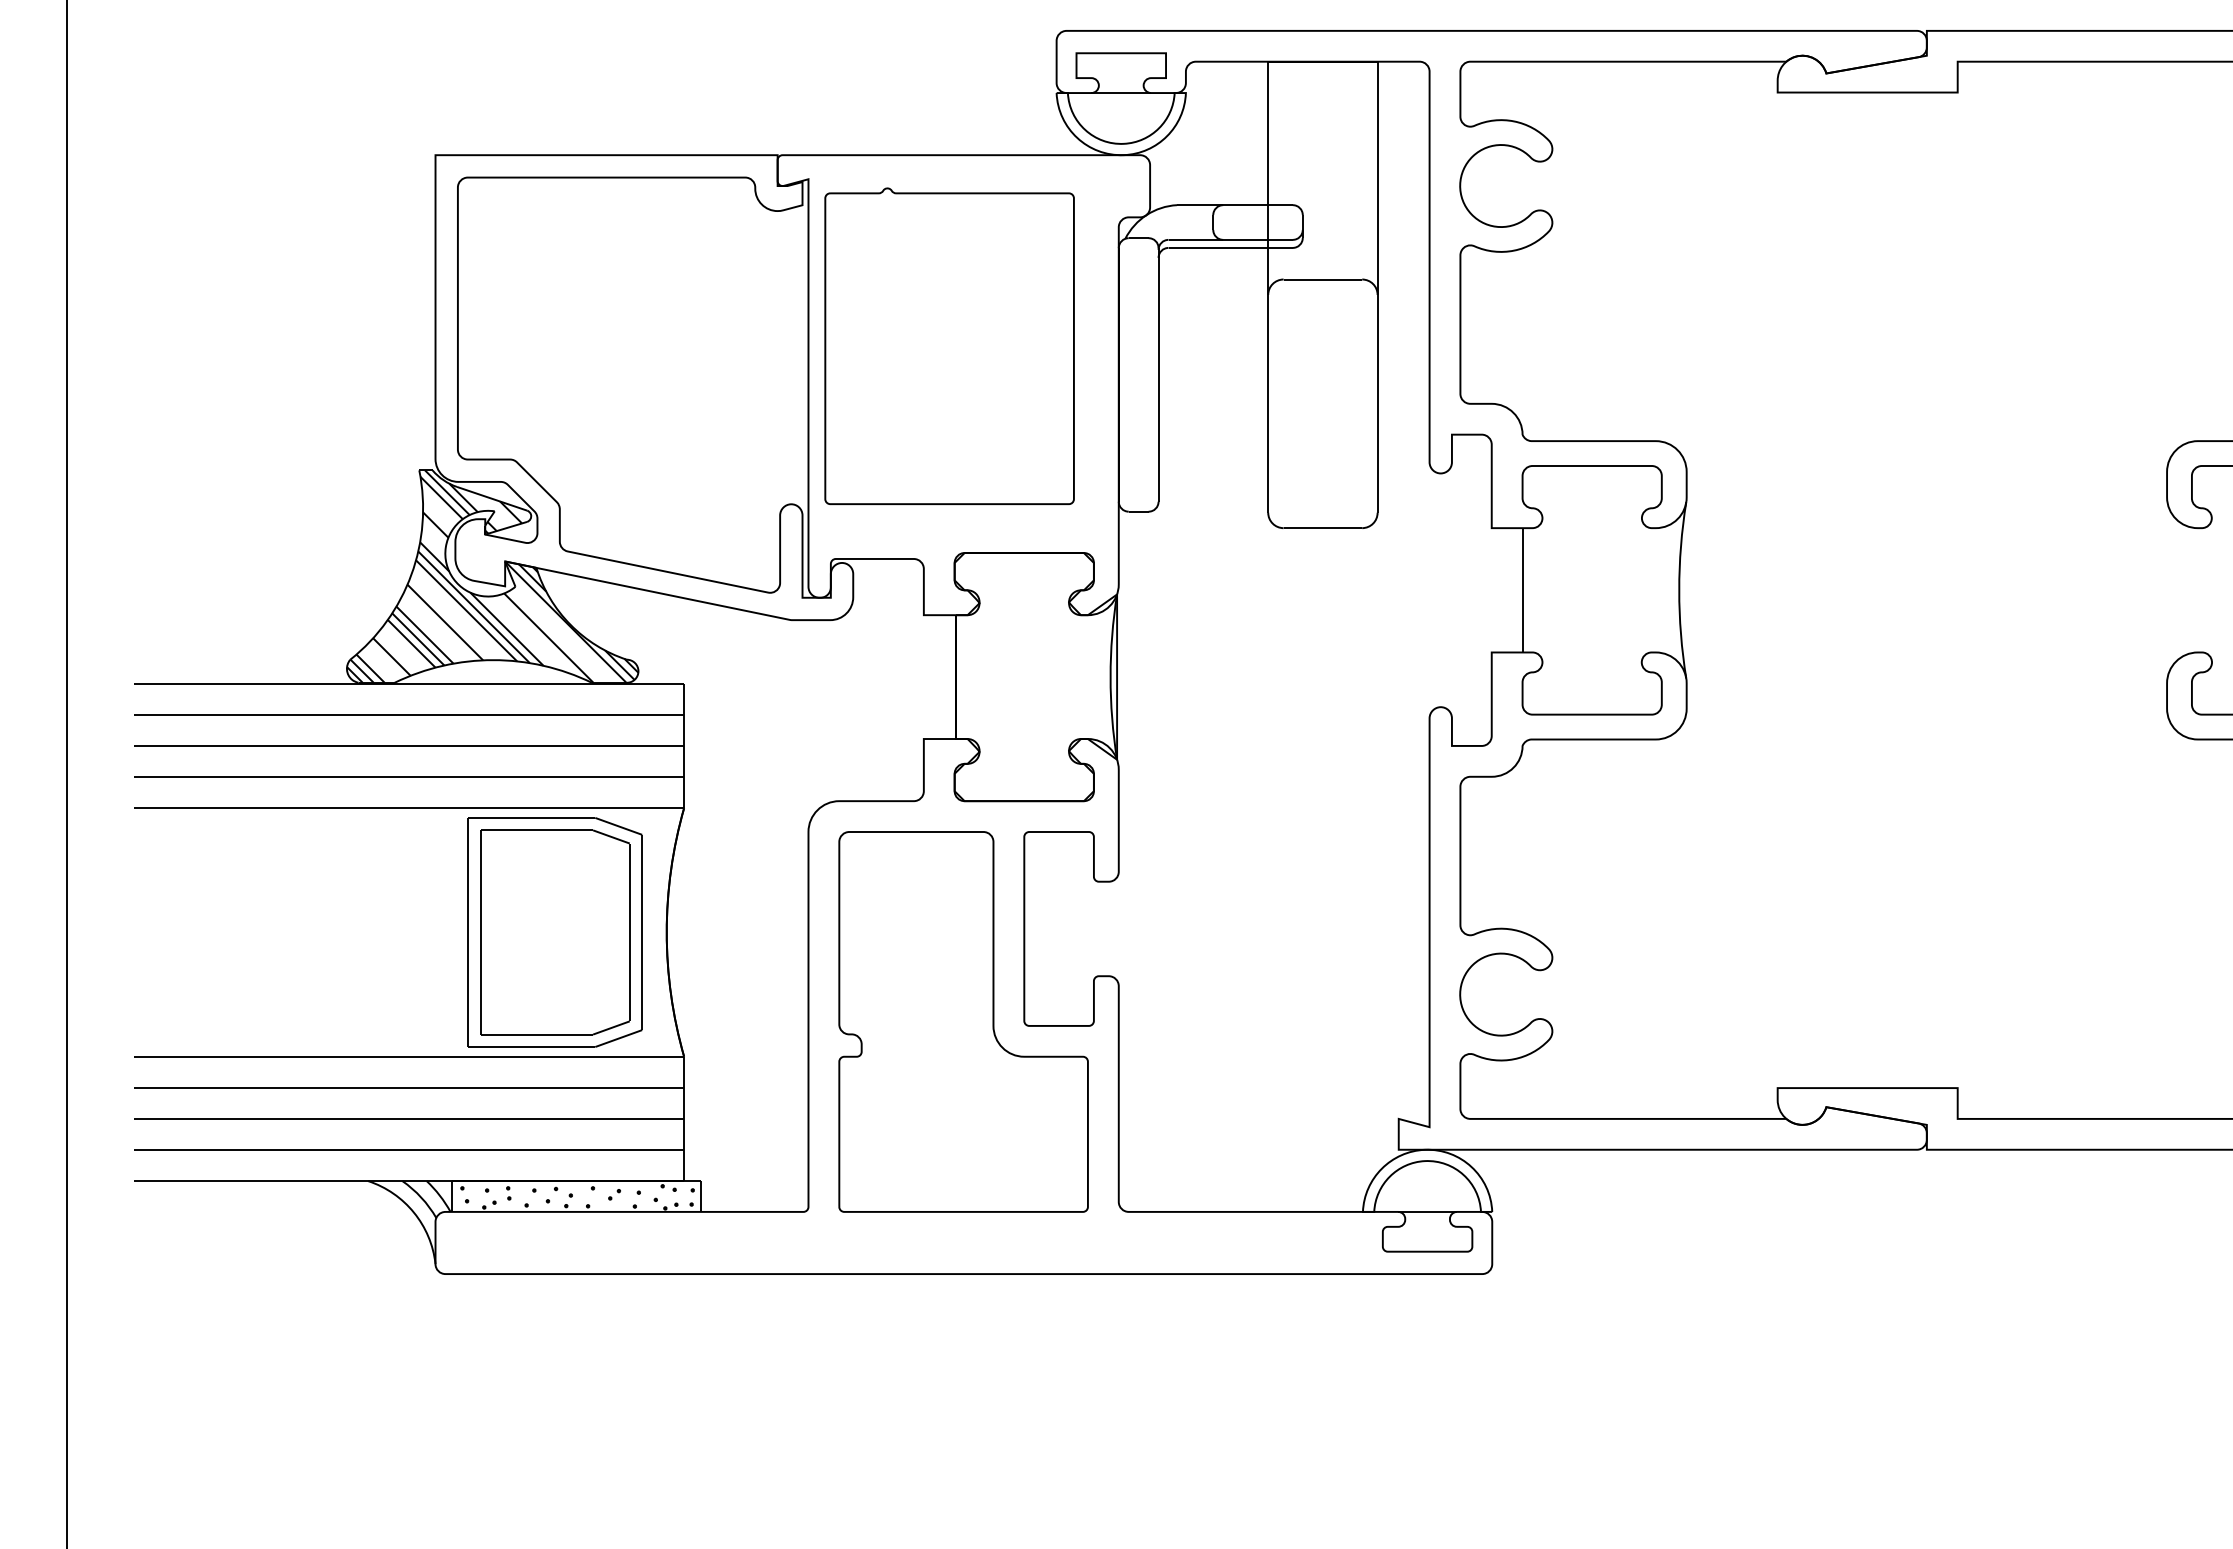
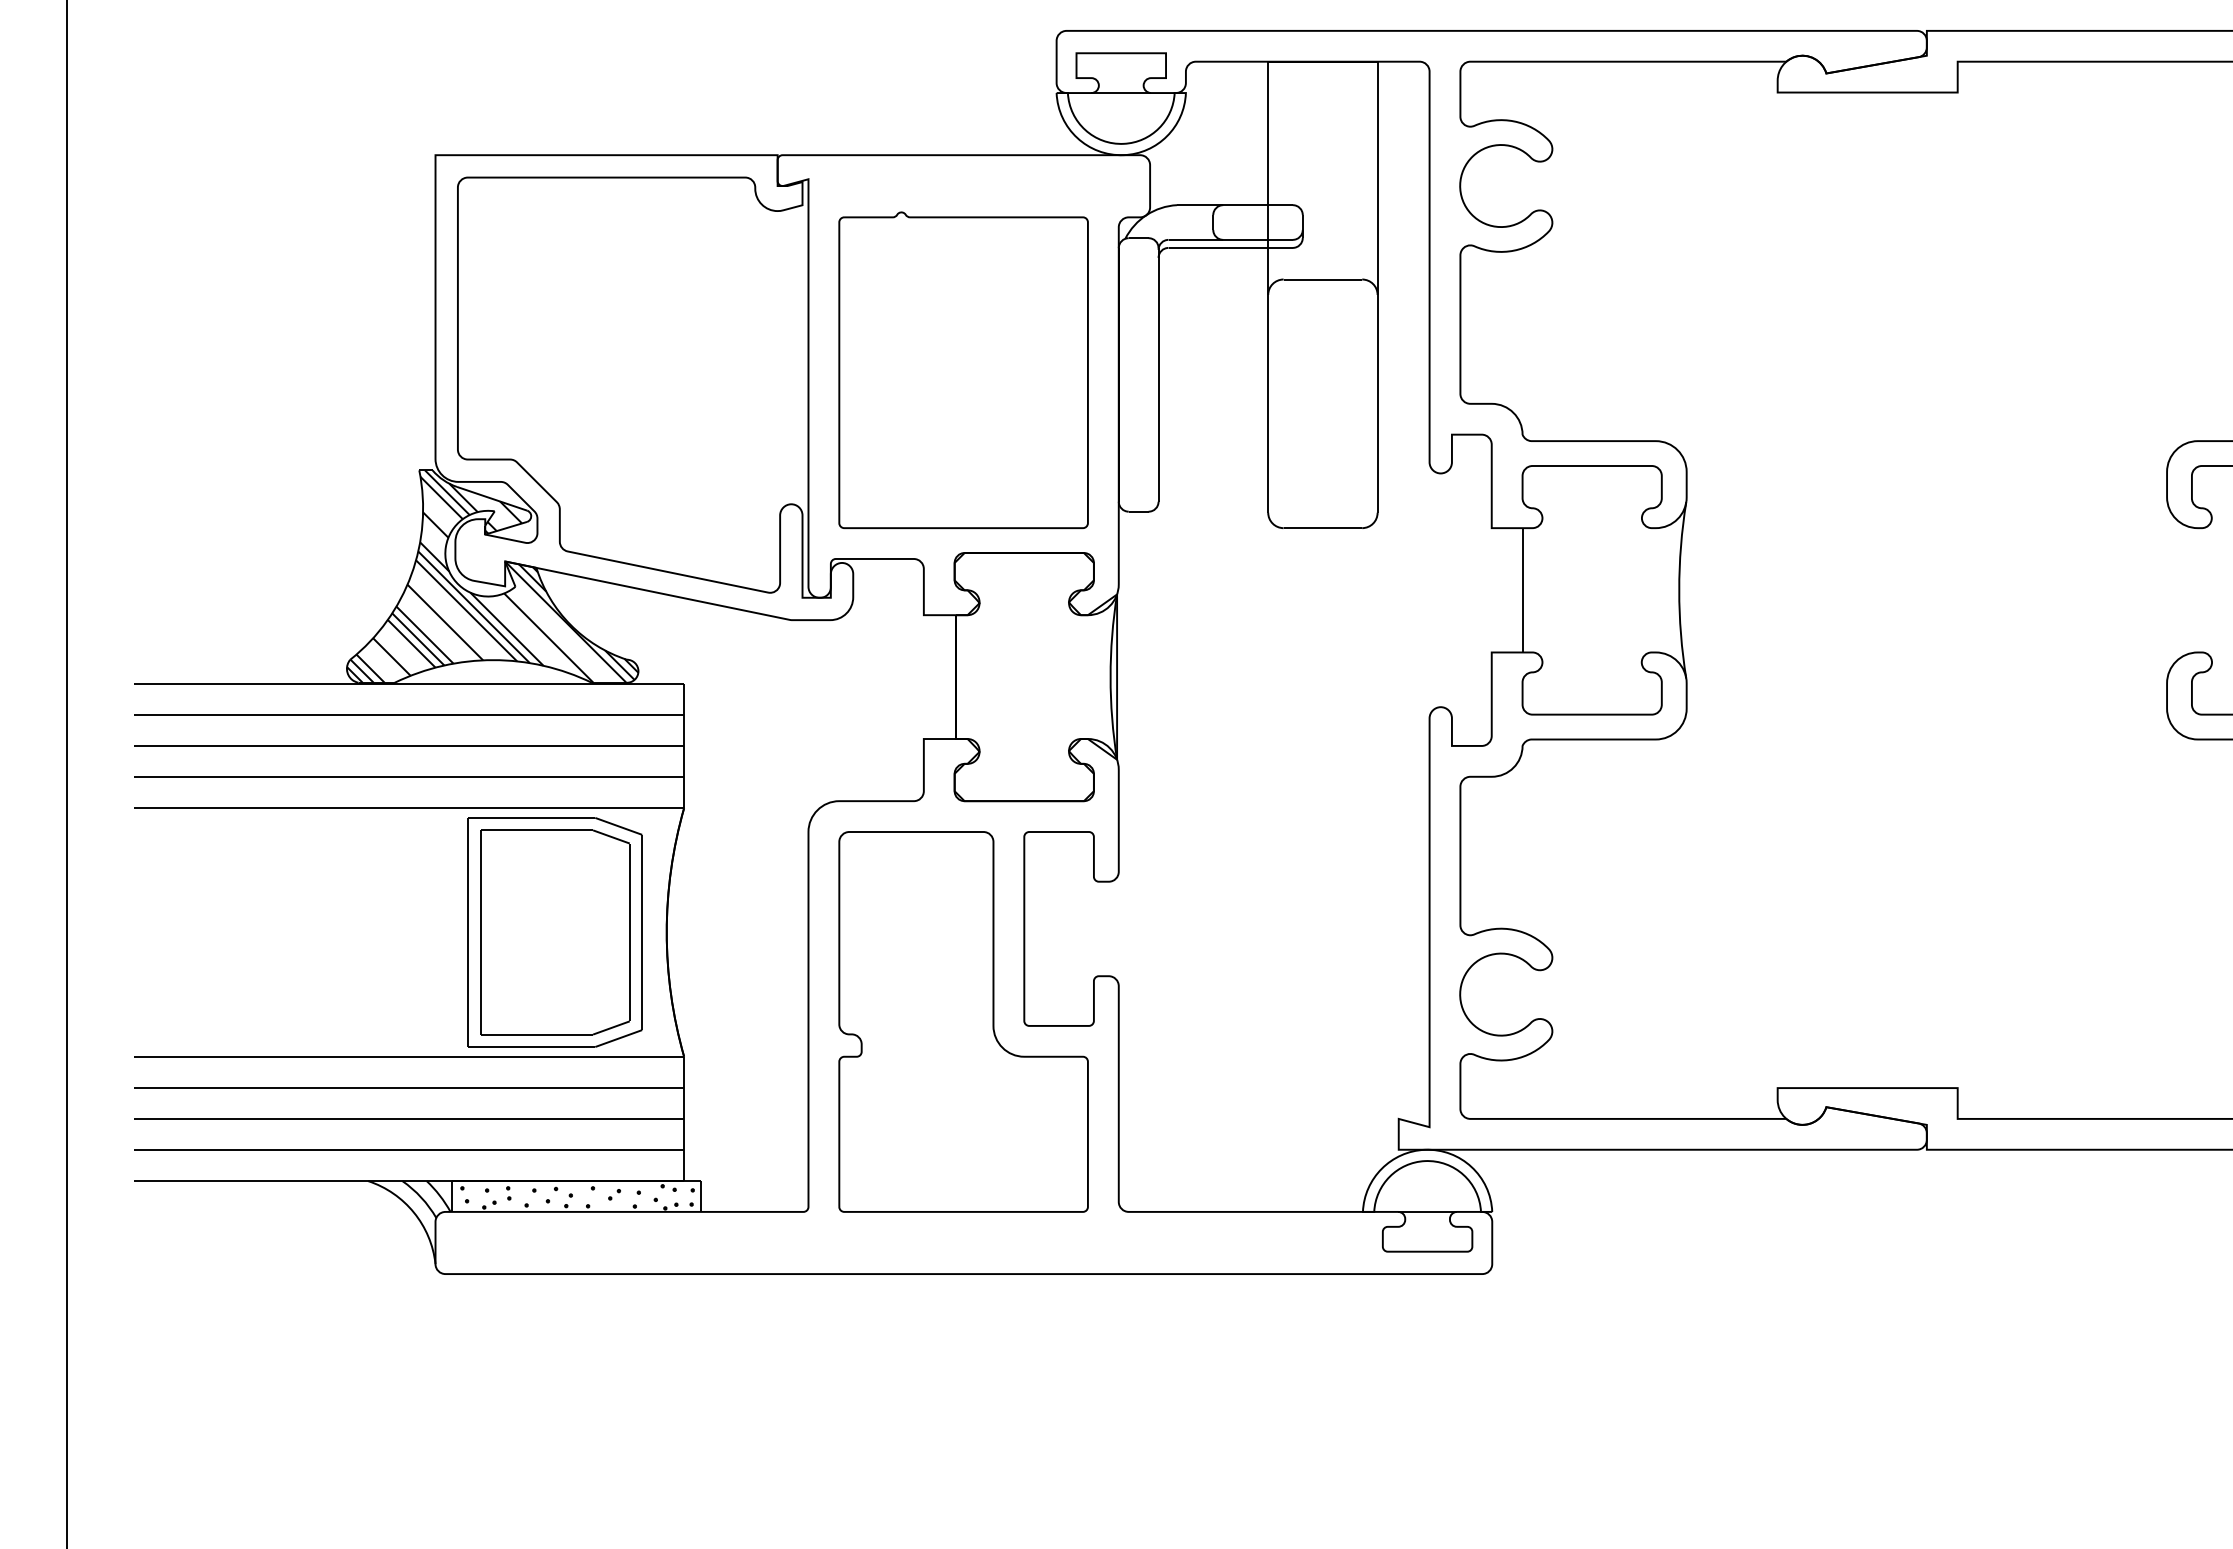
part at (949, 345) position: (949, 345) -> (963, 369)
